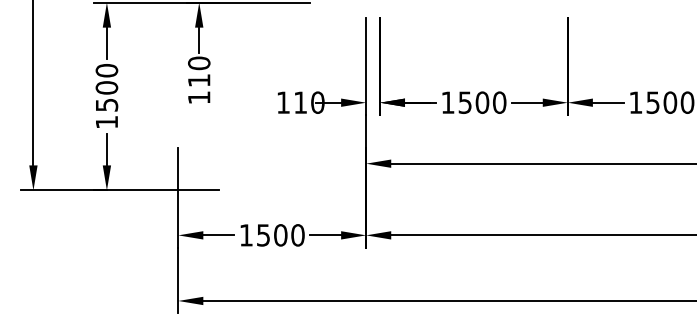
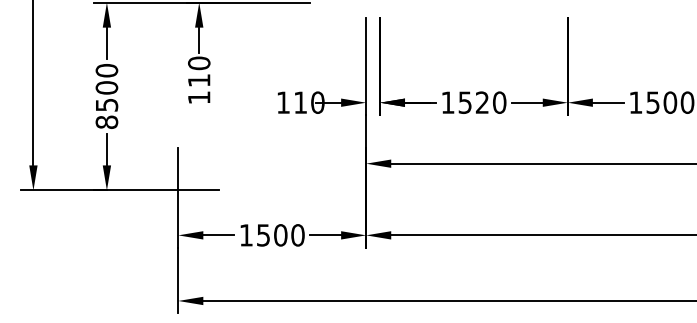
text at (482, 102): 1500 -> 1520
text at (106, 121): 1500 -> 8500
